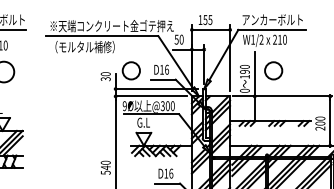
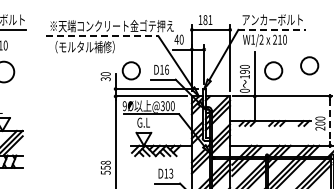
text at (207, 20): 155 -> 181
line at (271, 29): solid -> dashed
line at (102, 36): solid -> dashed
text at (176, 39): 50 -> 40
circle at (309, 65): none -> present
line at (330, 121): solid -> dashed
text at (105, 165): 540 -> 558
text at (171, 173): D16 -> D13
